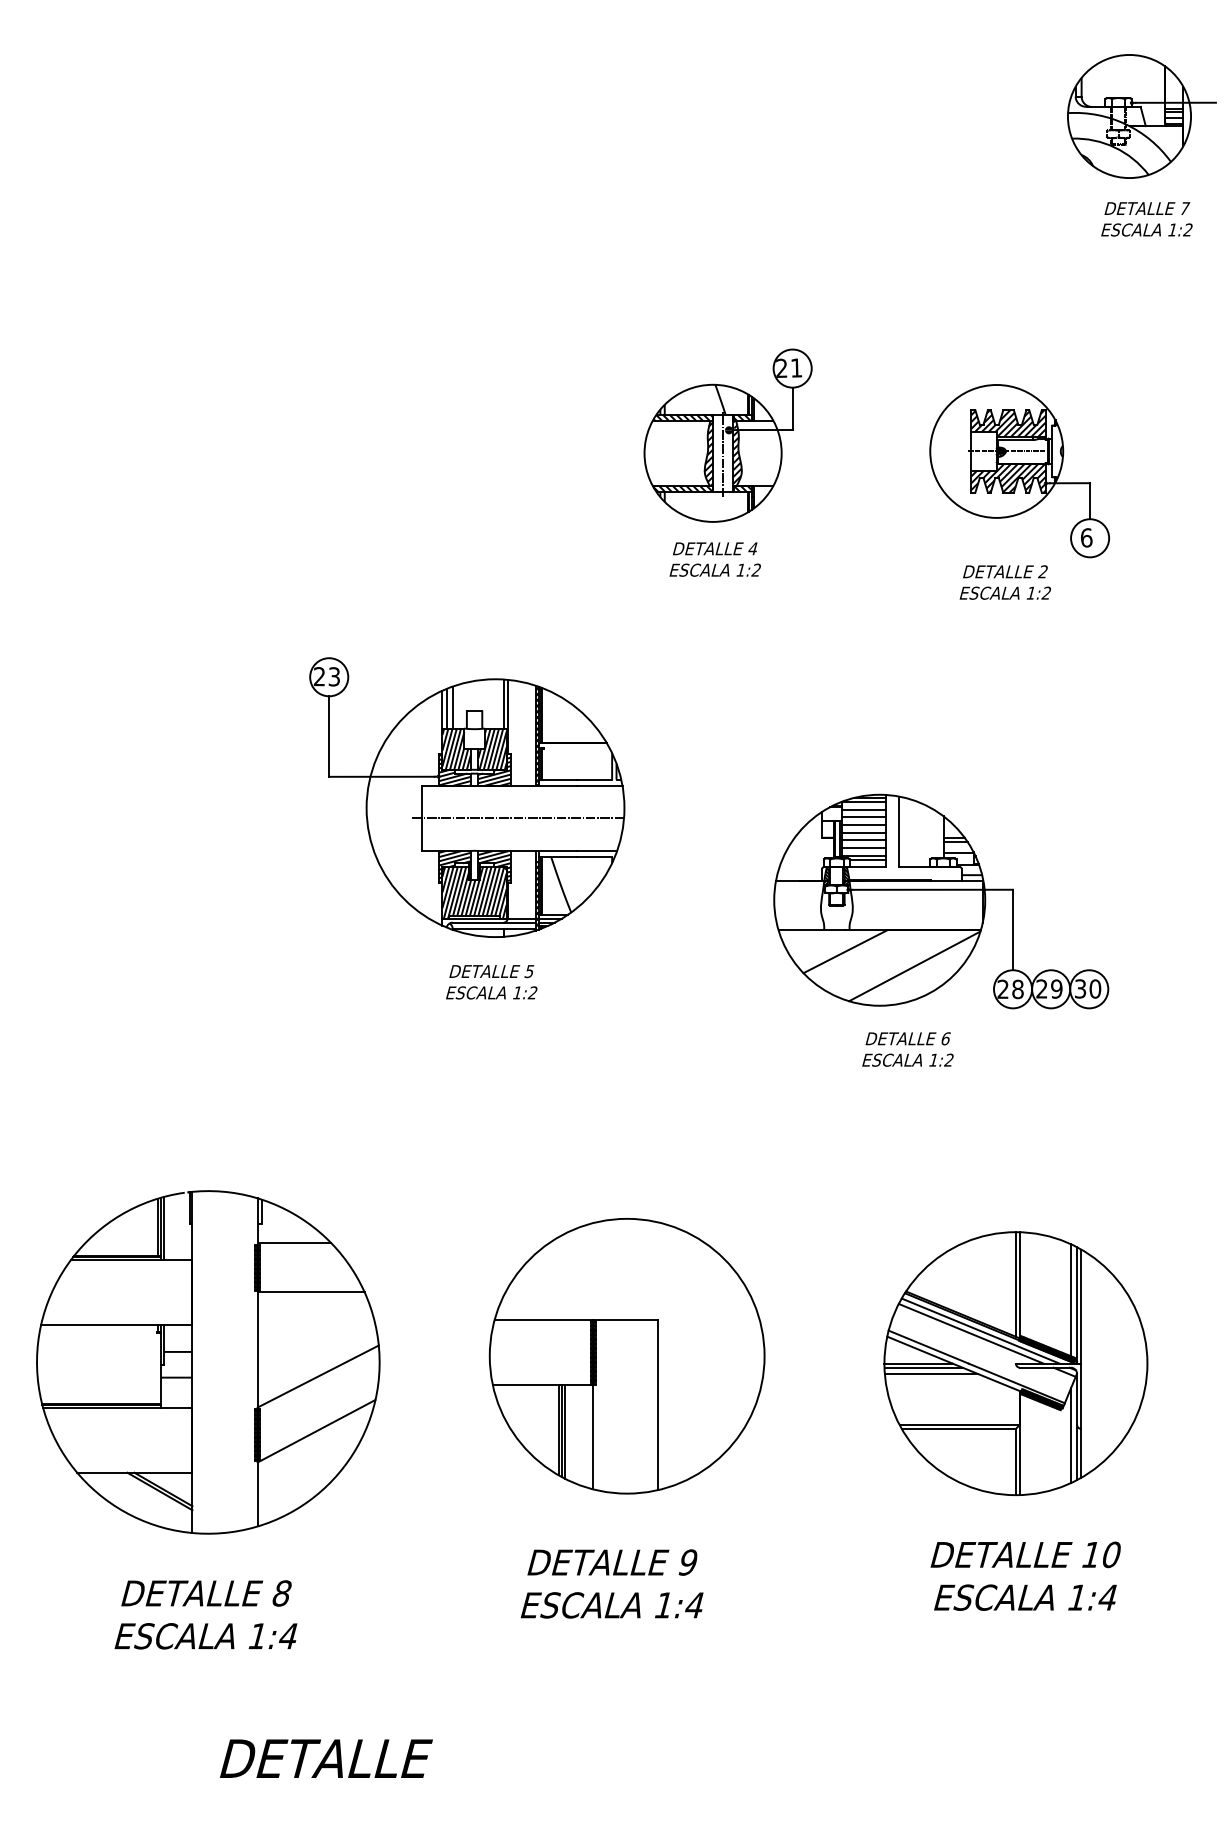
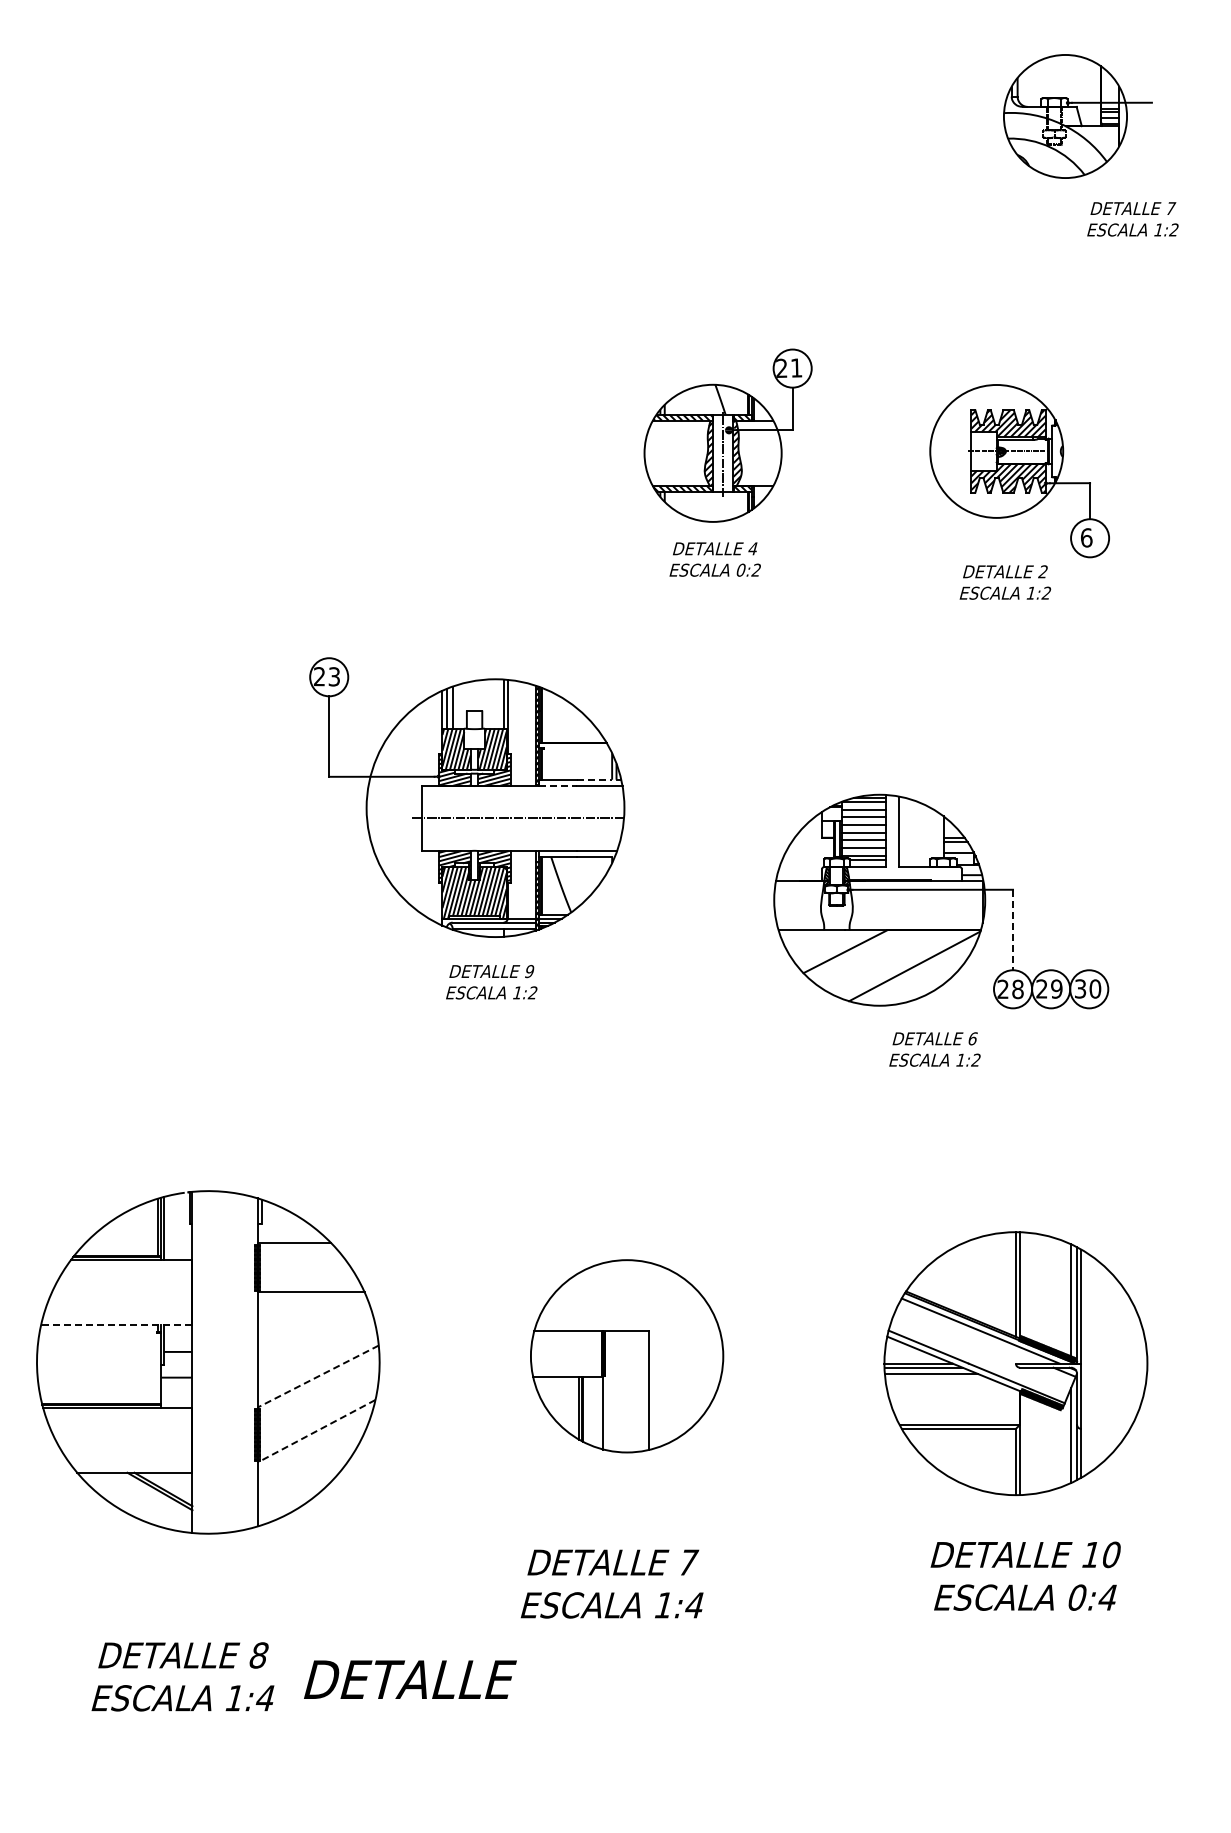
part at (1141, 116) position: (1141, 116) -> (1077, 116)
text at (1146, 219) position: (1146, 219) -> (1132, 219)
text at (740, 569): 1:2 -> 0:2
line at (595, 779): solid -> dashed
line at (558, 785): solid -> dashed
line at (1013, 930): solid -> dashed
text at (529, 971): 5 -> 9
text at (907, 1049) position: (907, 1049) -> (934, 1049)
line at (116, 1325): solid -> dashed
line at (970, 1333): present -> none
part at (626, 1356) size: 278x277 px -> 195x195 px
line at (317, 1376): solid -> dashed
line at (316, 1431): solid -> dashed
text at (688, 1562): 9 -> 7
text at (1077, 1597): 1:4 -> 0:4
text at (205, 1614) position: (205, 1614) -> (182, 1676)
text at (326, 1758) position: (326, 1758) -> (410, 1679)
